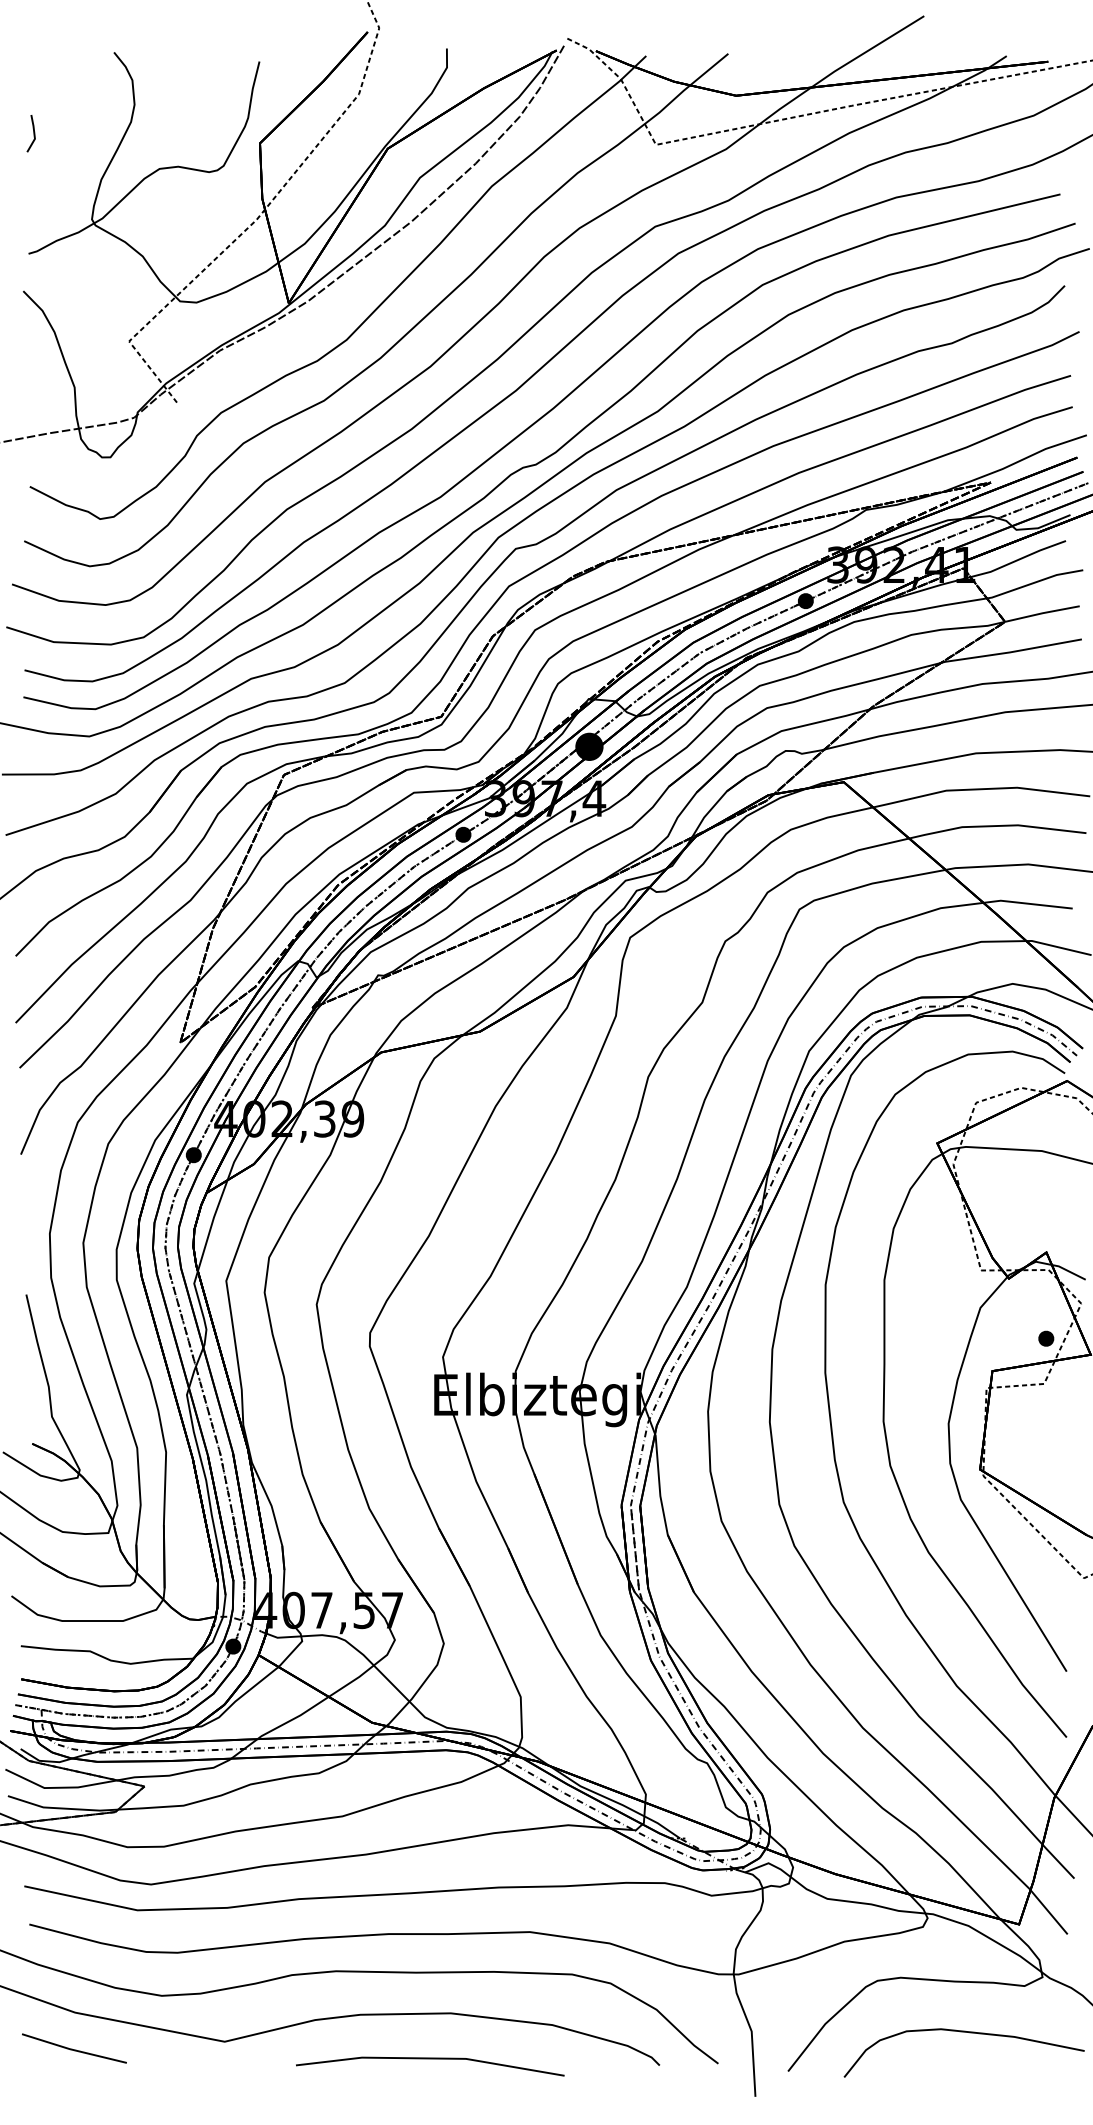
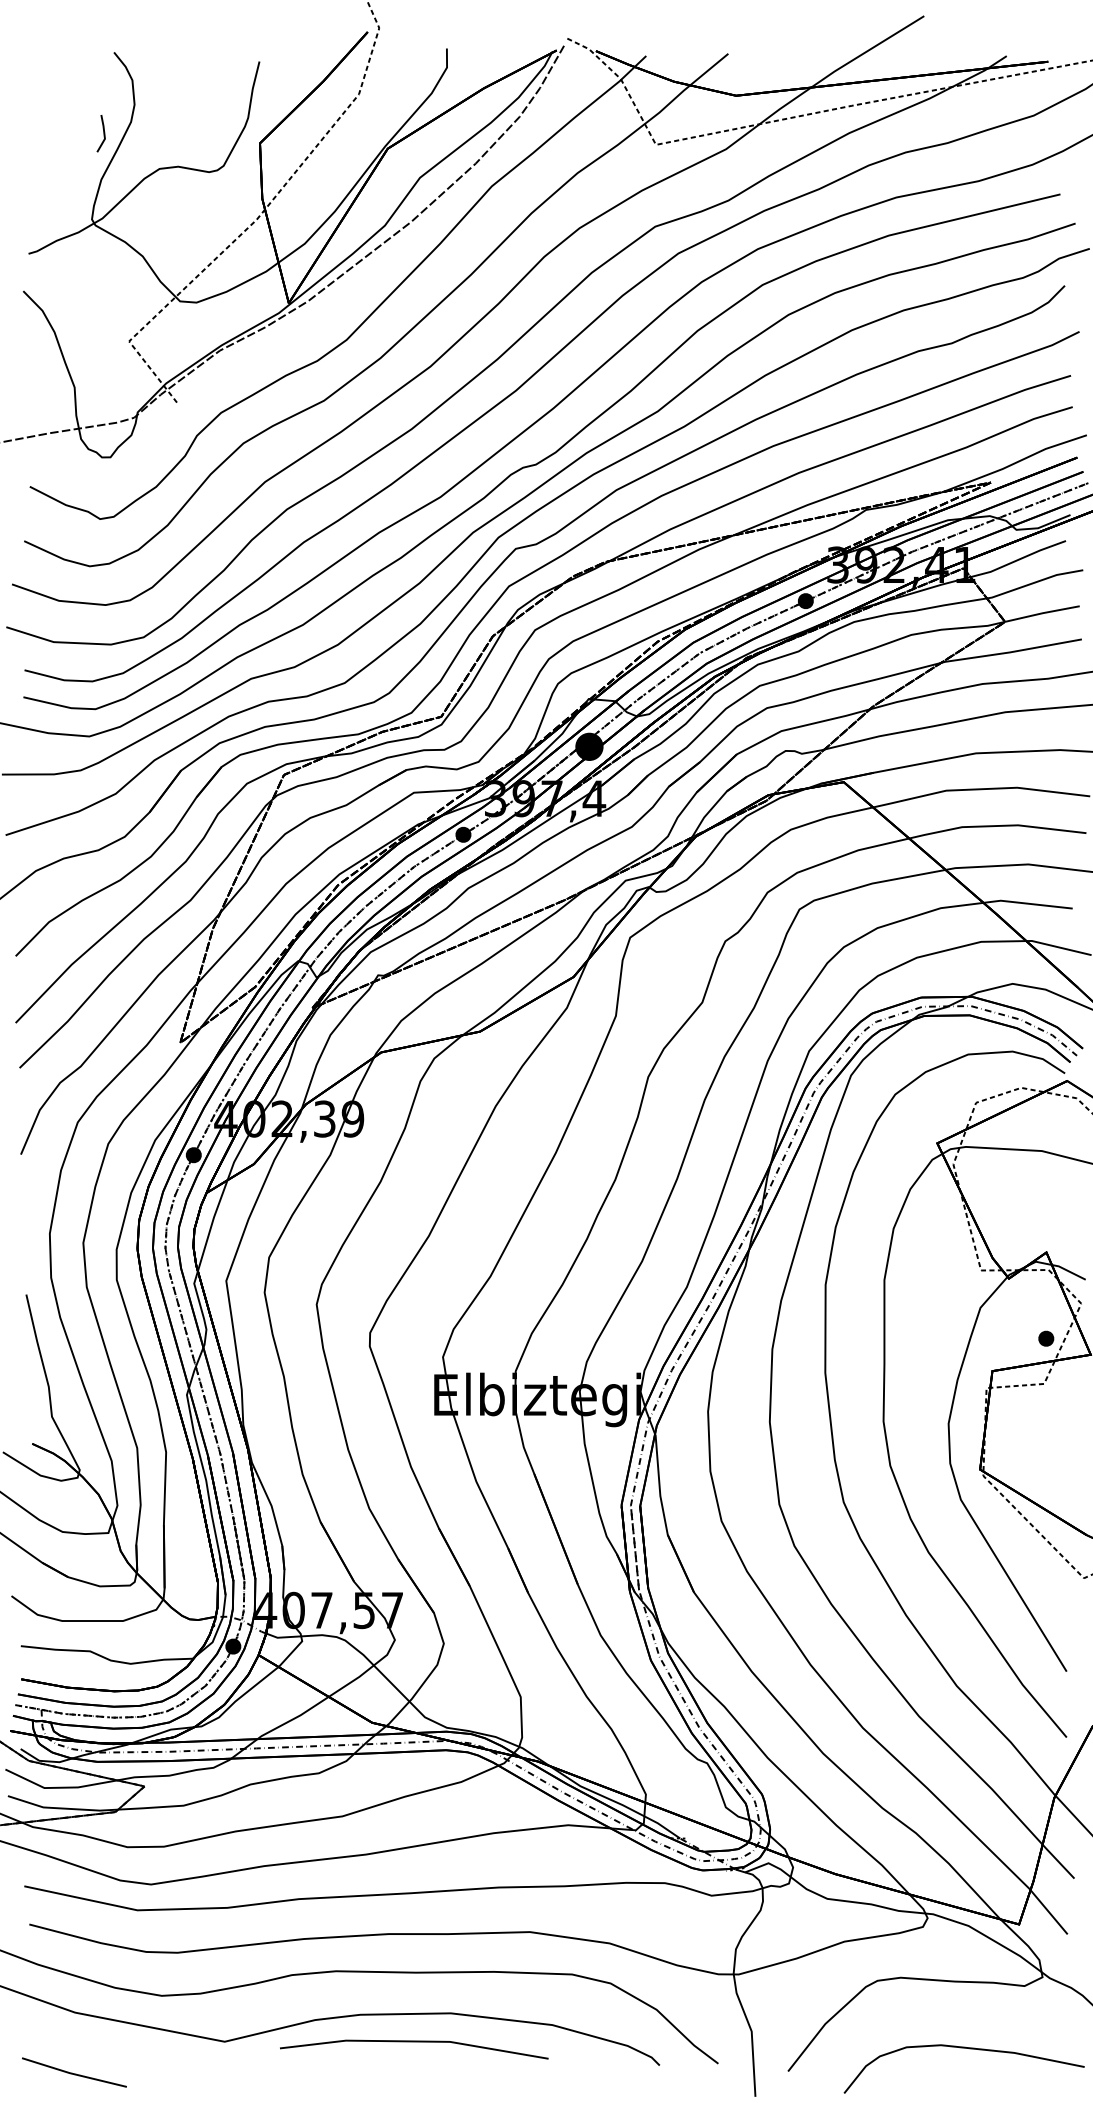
line at (33, 133) position: (33, 133) -> (103, 133)
curve at (969, 2033) position: (969, 2033) -> (969, 2049)
line at (74, 2049) position: (74, 2049) -> (74, 2073)
line at (430, 2059) position: (430, 2059) -> (414, 2042)
